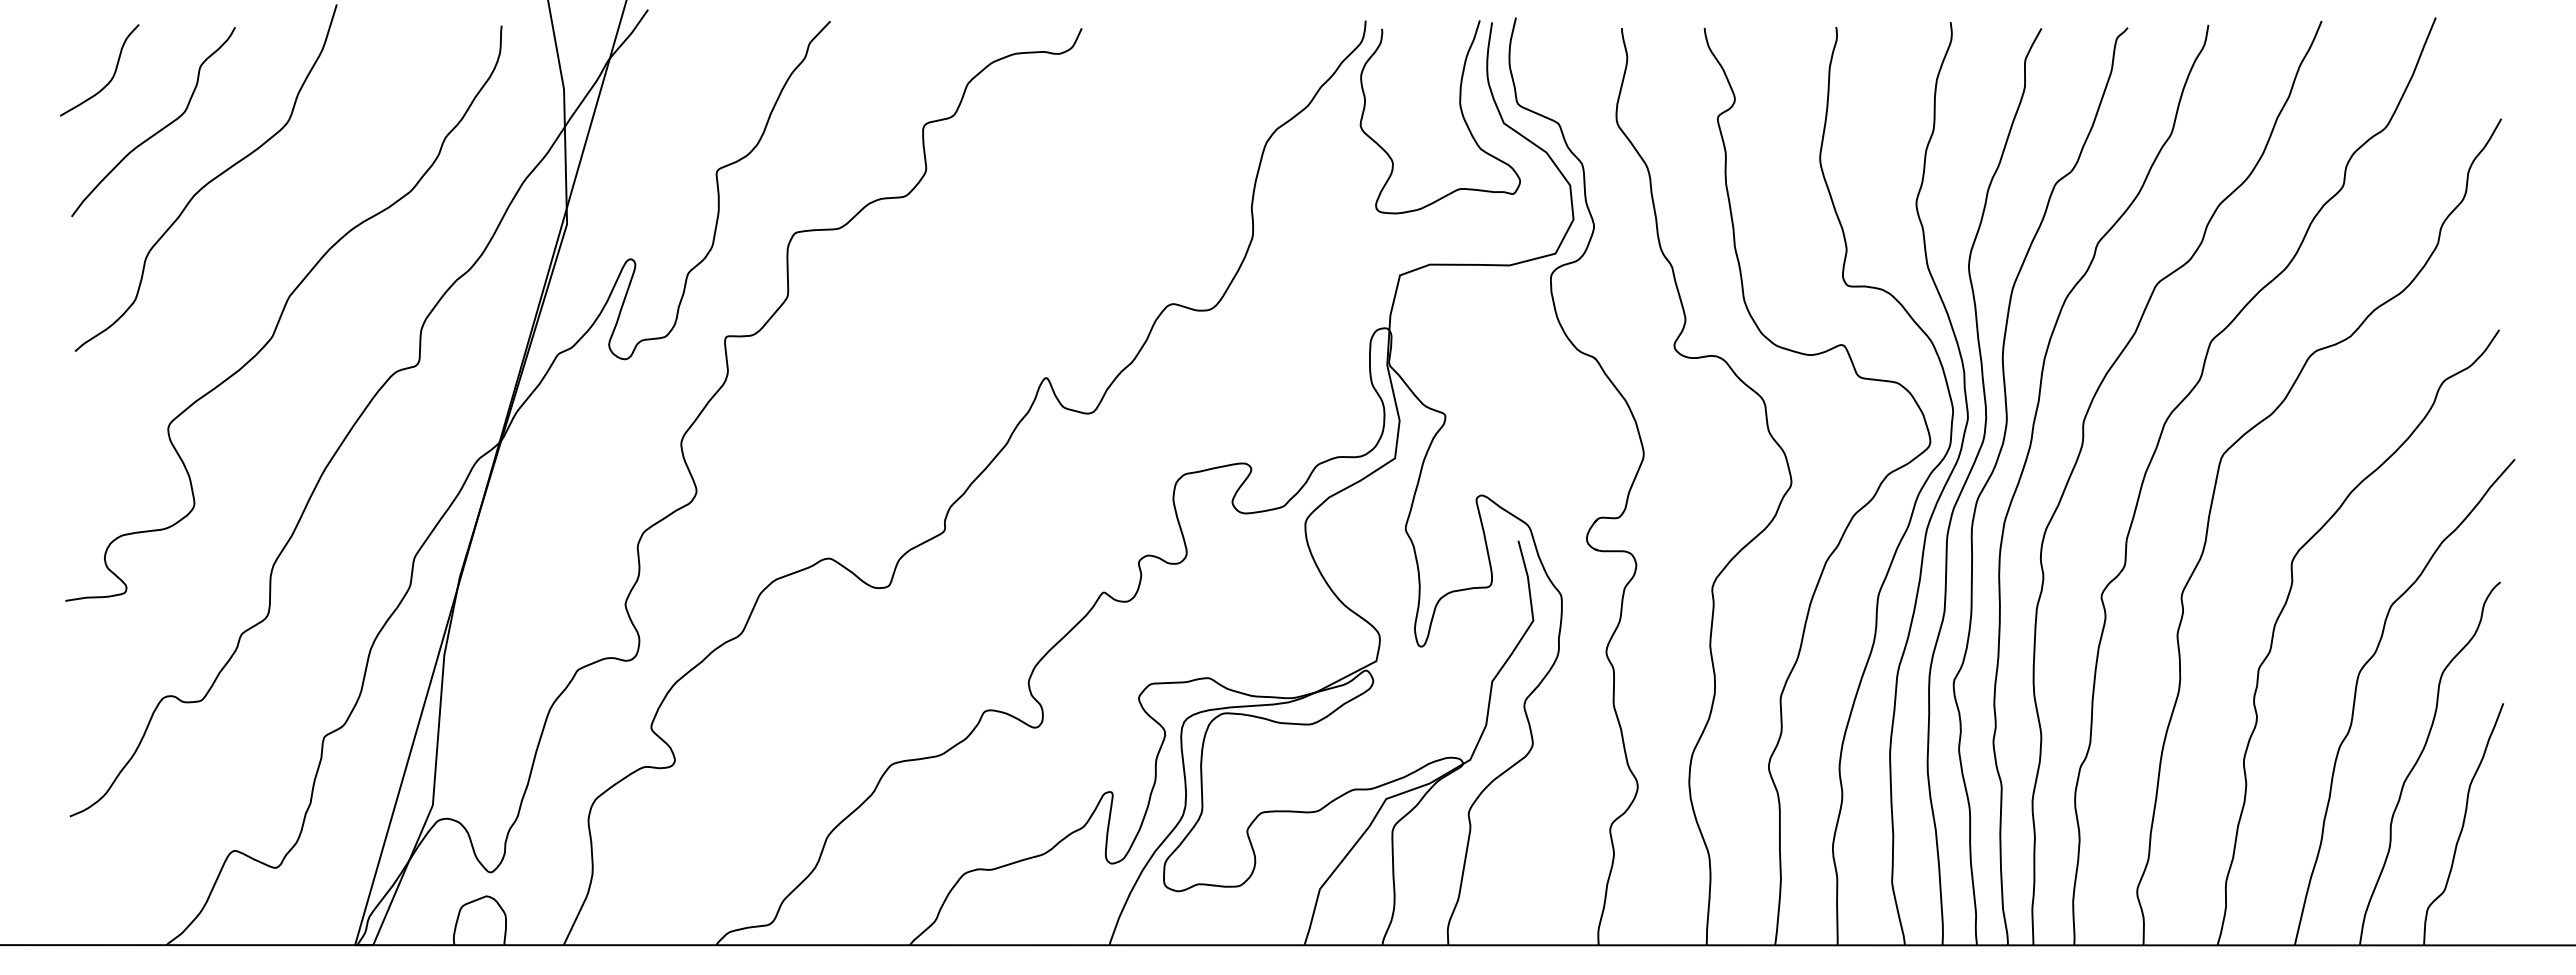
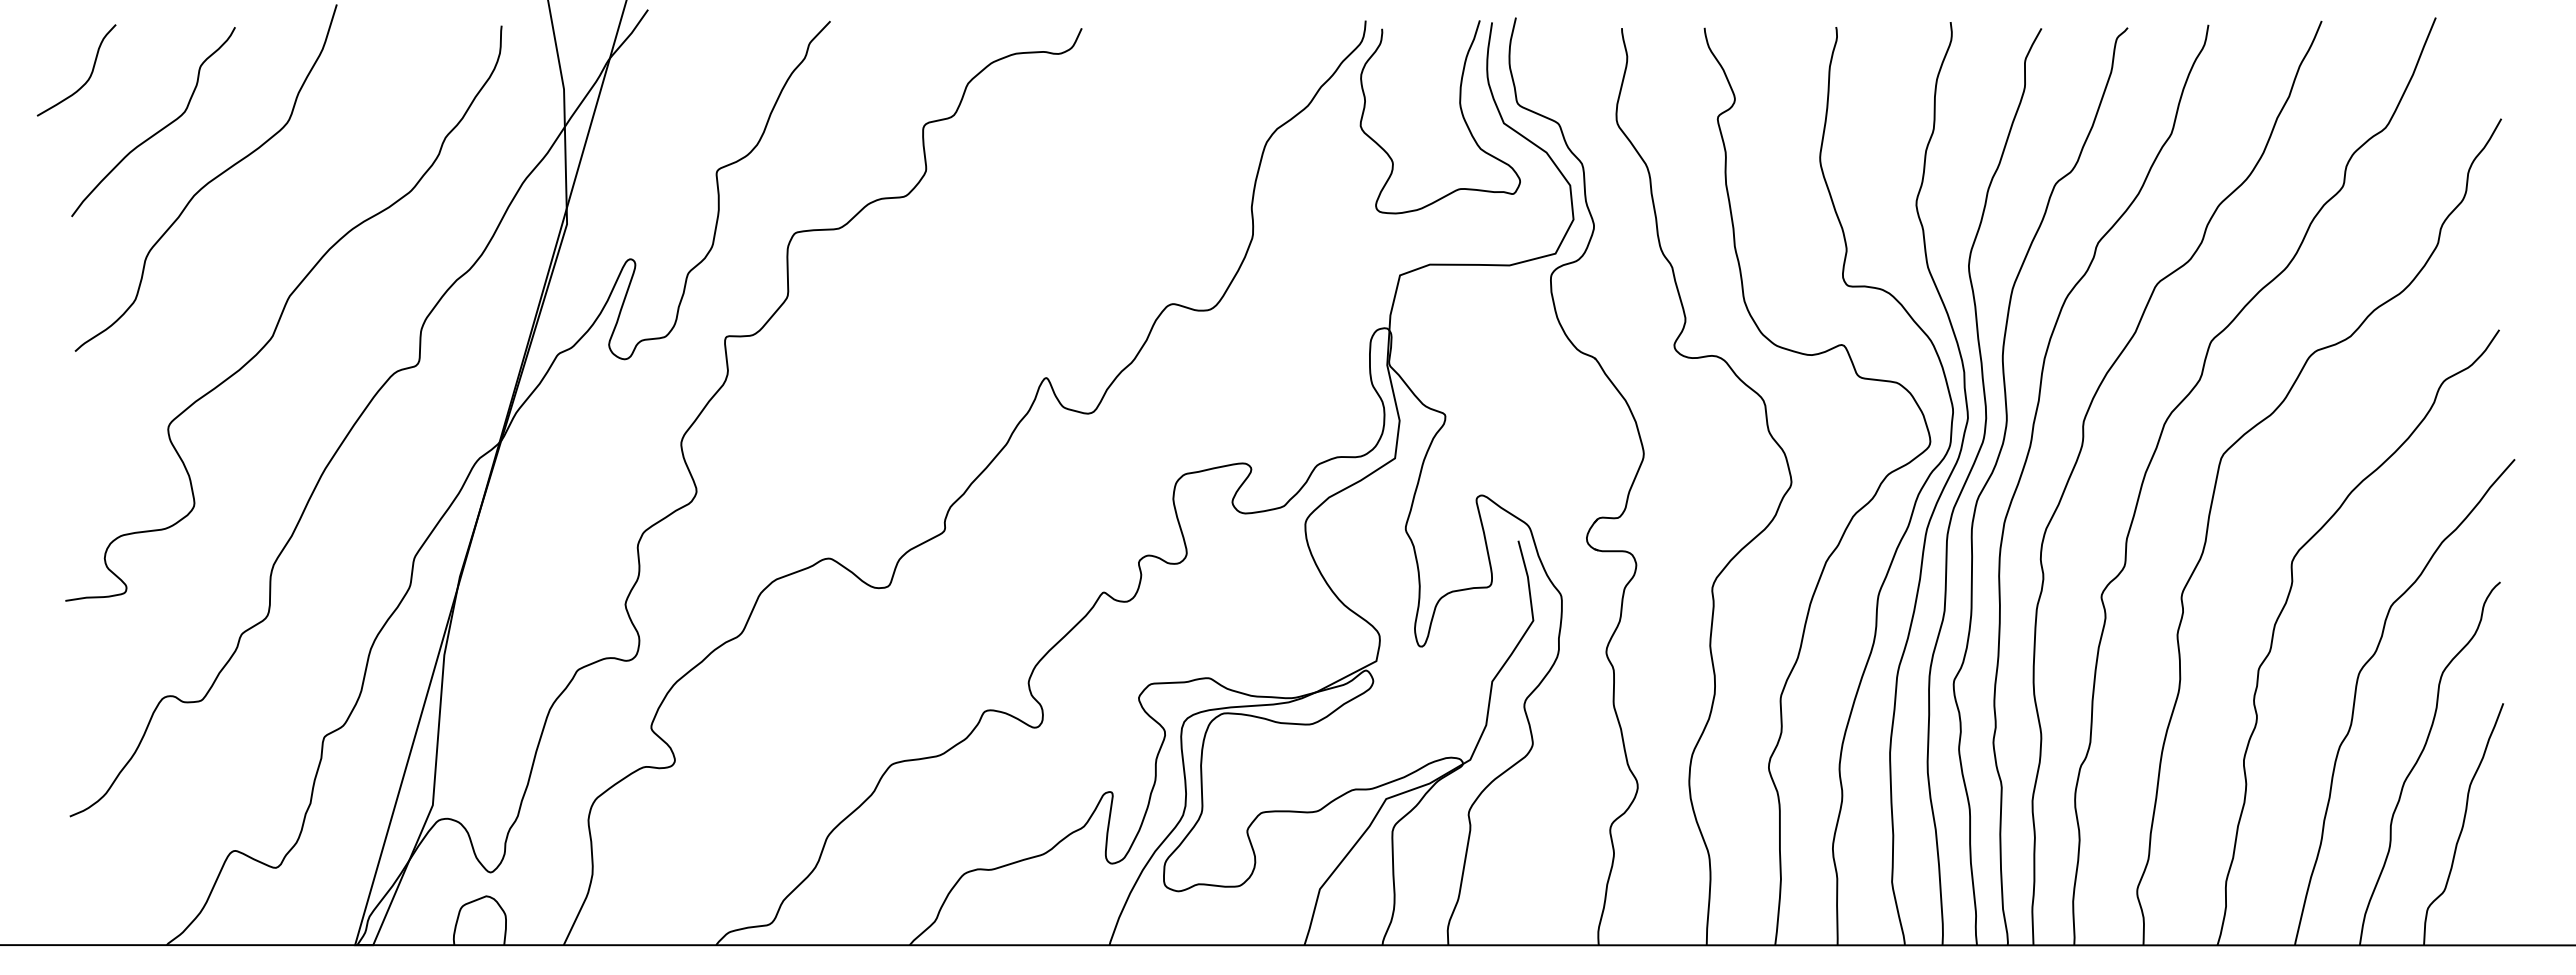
curve at (111, 77) position: (111, 77) -> (88, 77)
